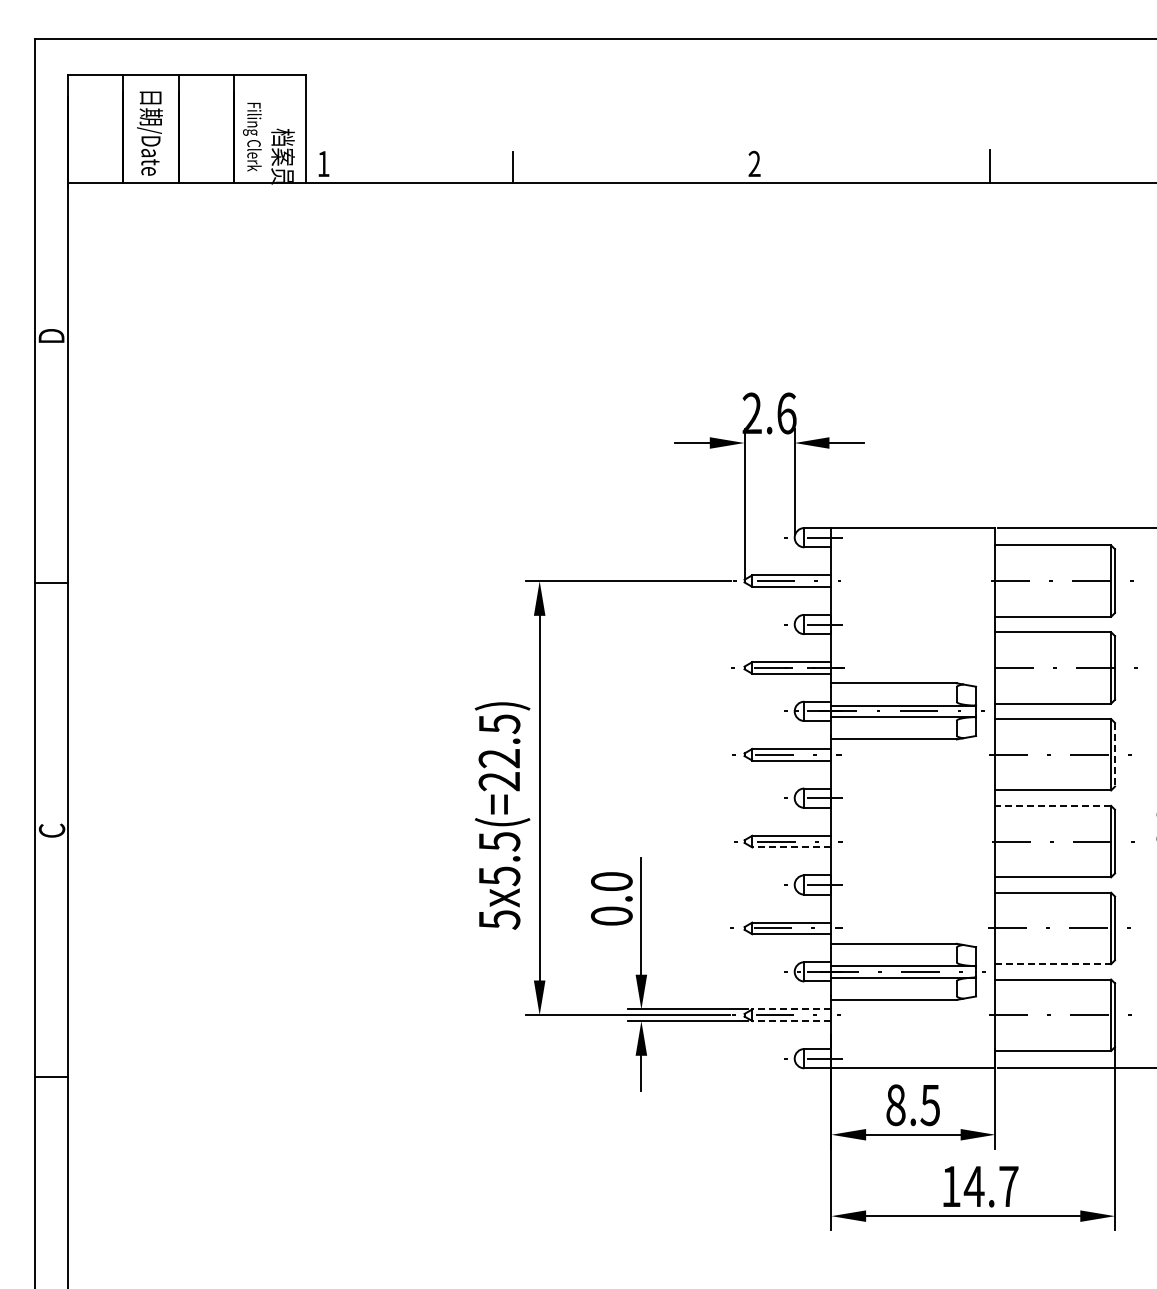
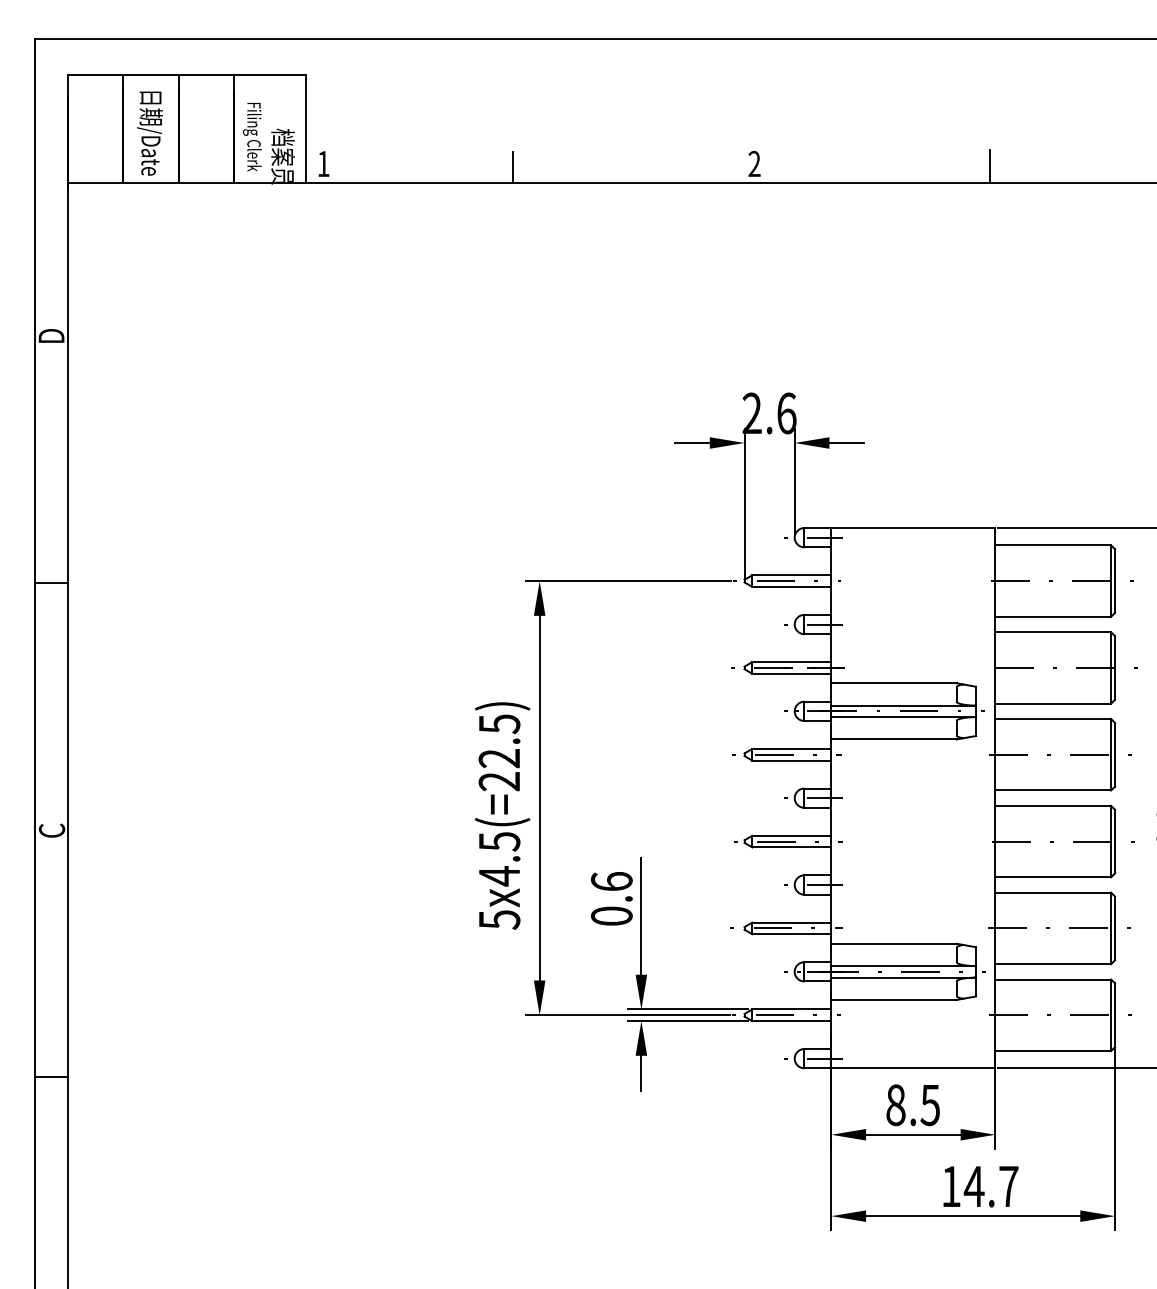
line at (1115, 754): dashed -> solid
line at (1053, 805): dashed -> solid
line at (791, 847): dashed -> solid
text at (499, 875): 5x5 -> 5x4
text at (611, 881): 0.0 -> 0.6
line at (1053, 964): dashed -> solid
line at (791, 1009): dashed -> solid
line at (791, 1021): dashed -> solid
